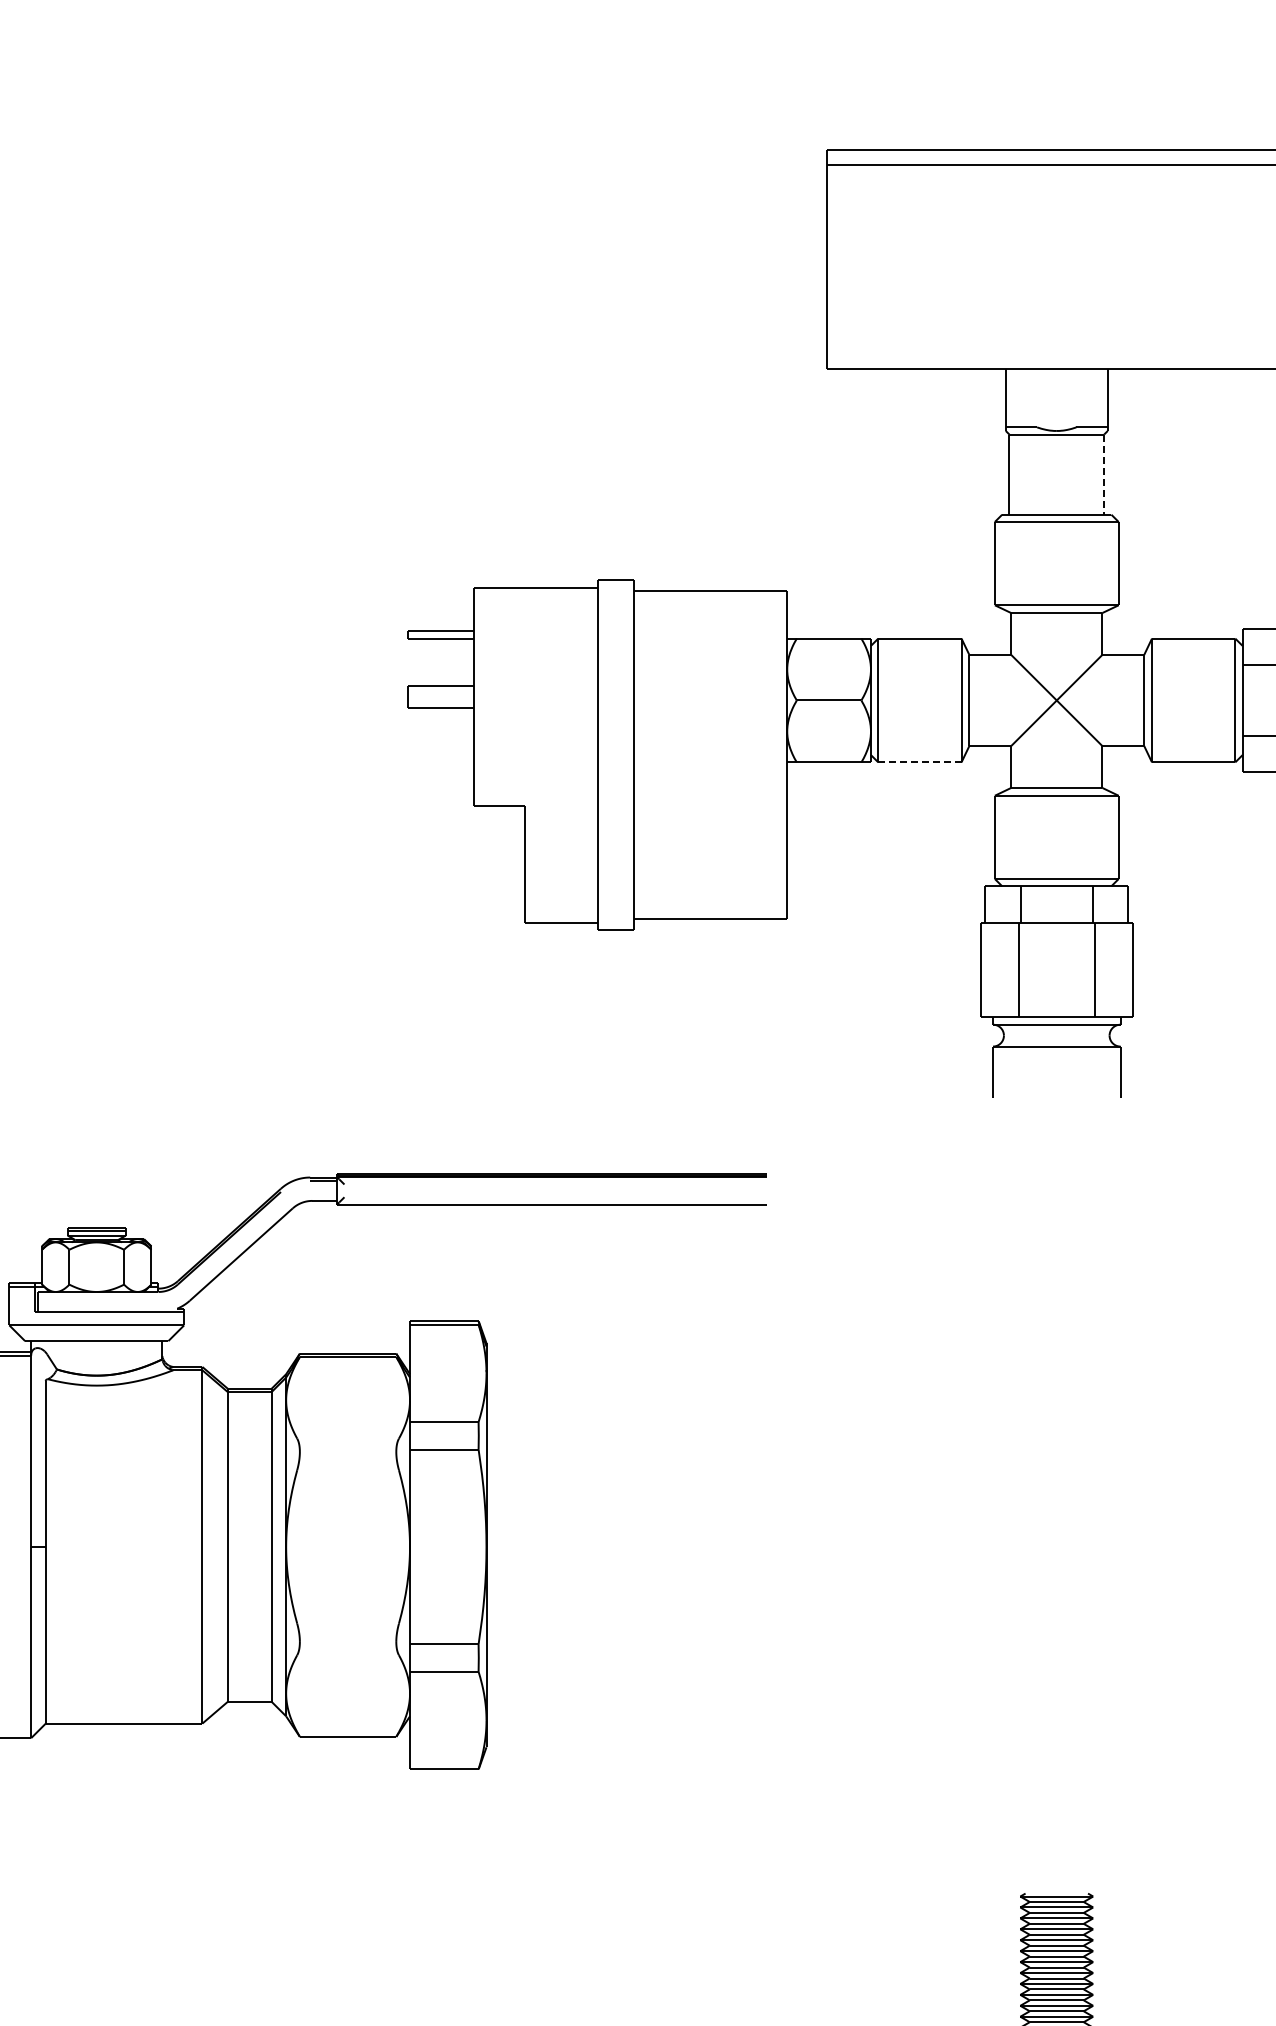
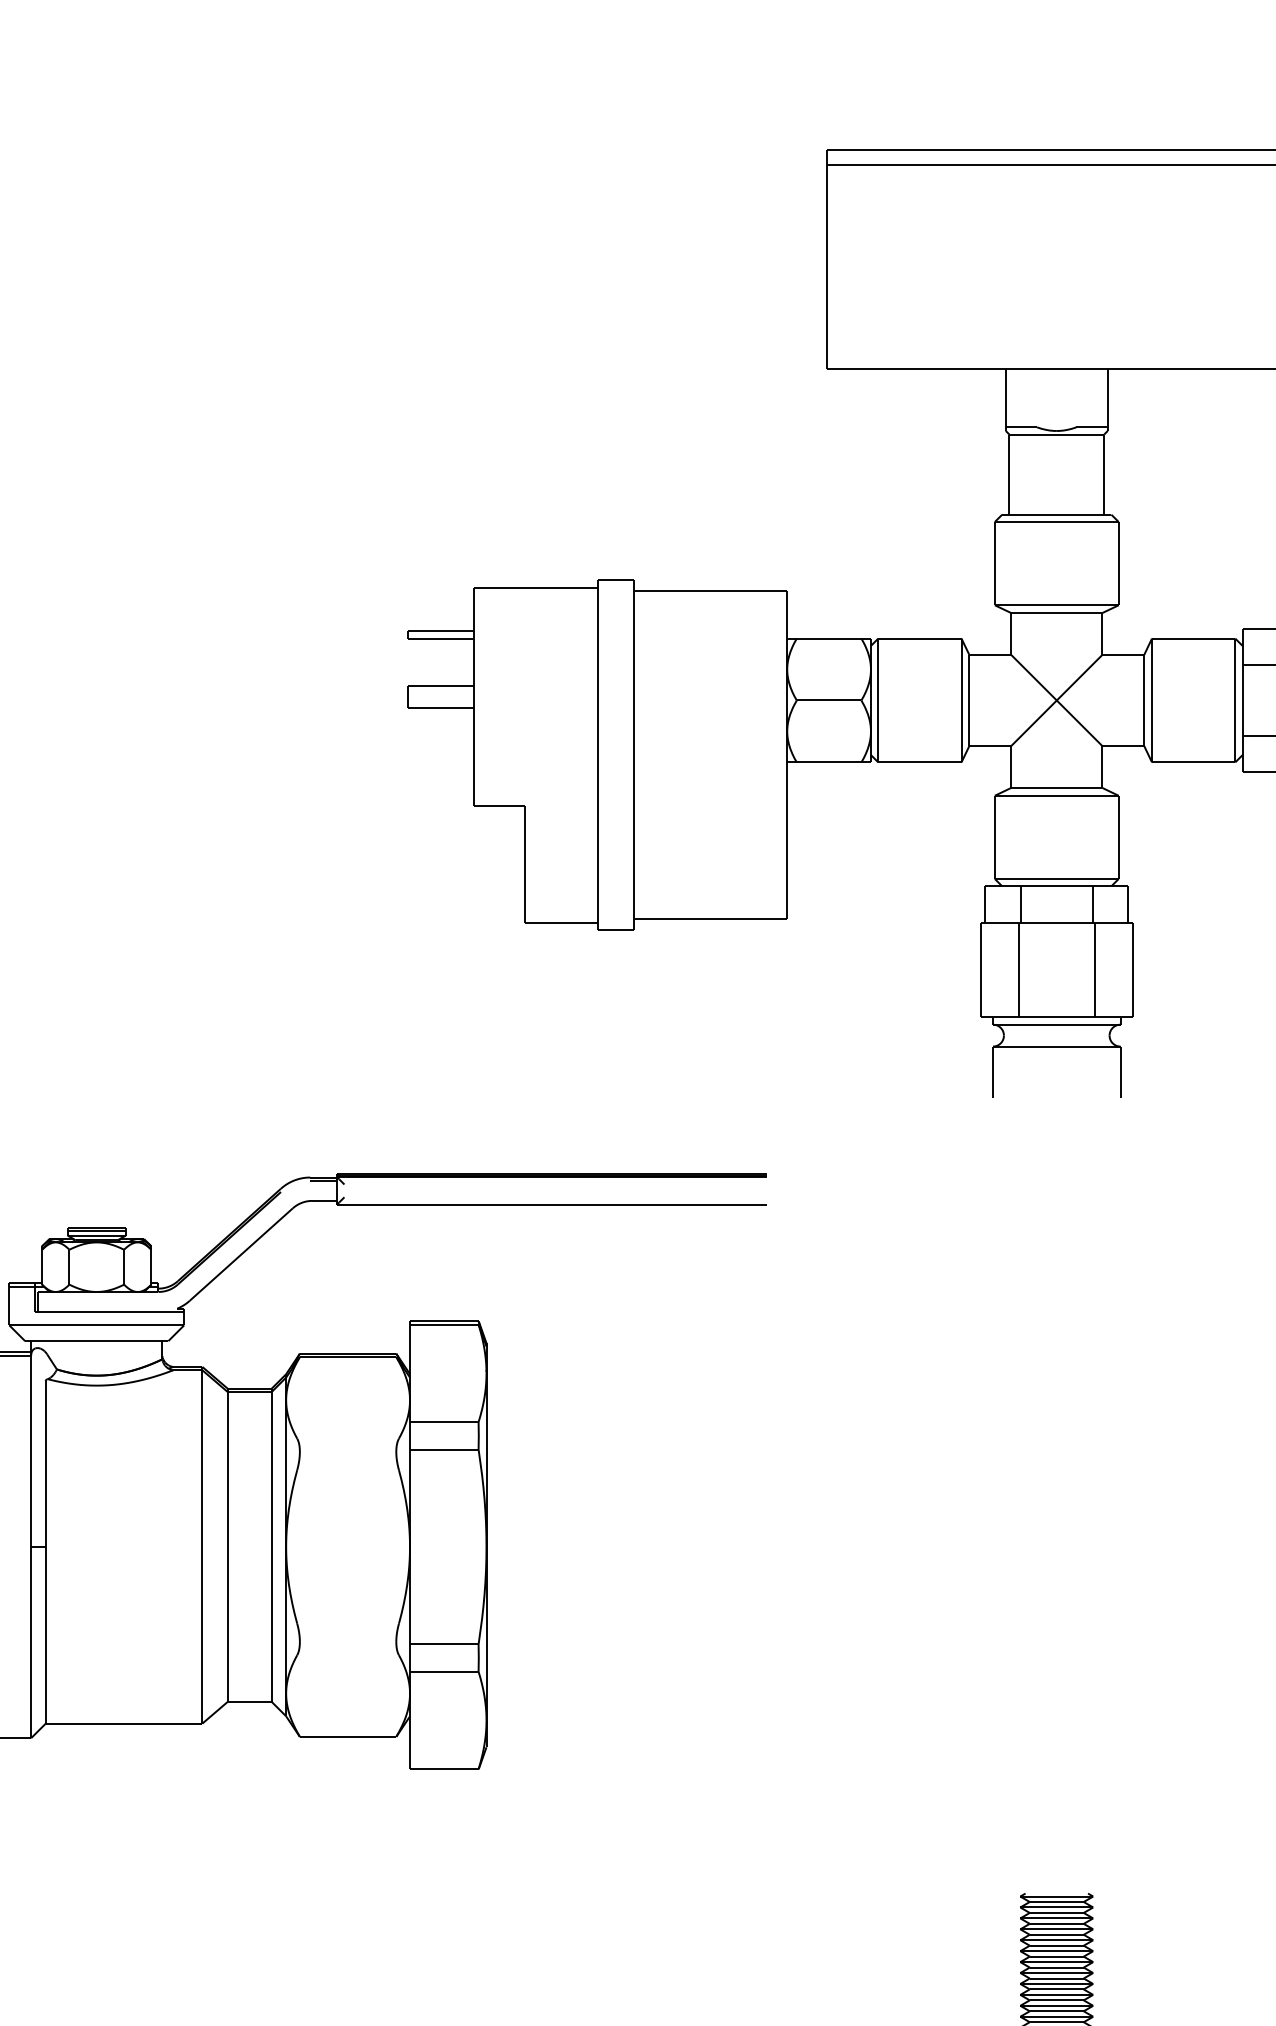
line at (1104, 475): dashed -> solid
line at (919, 762): dashed -> solid
